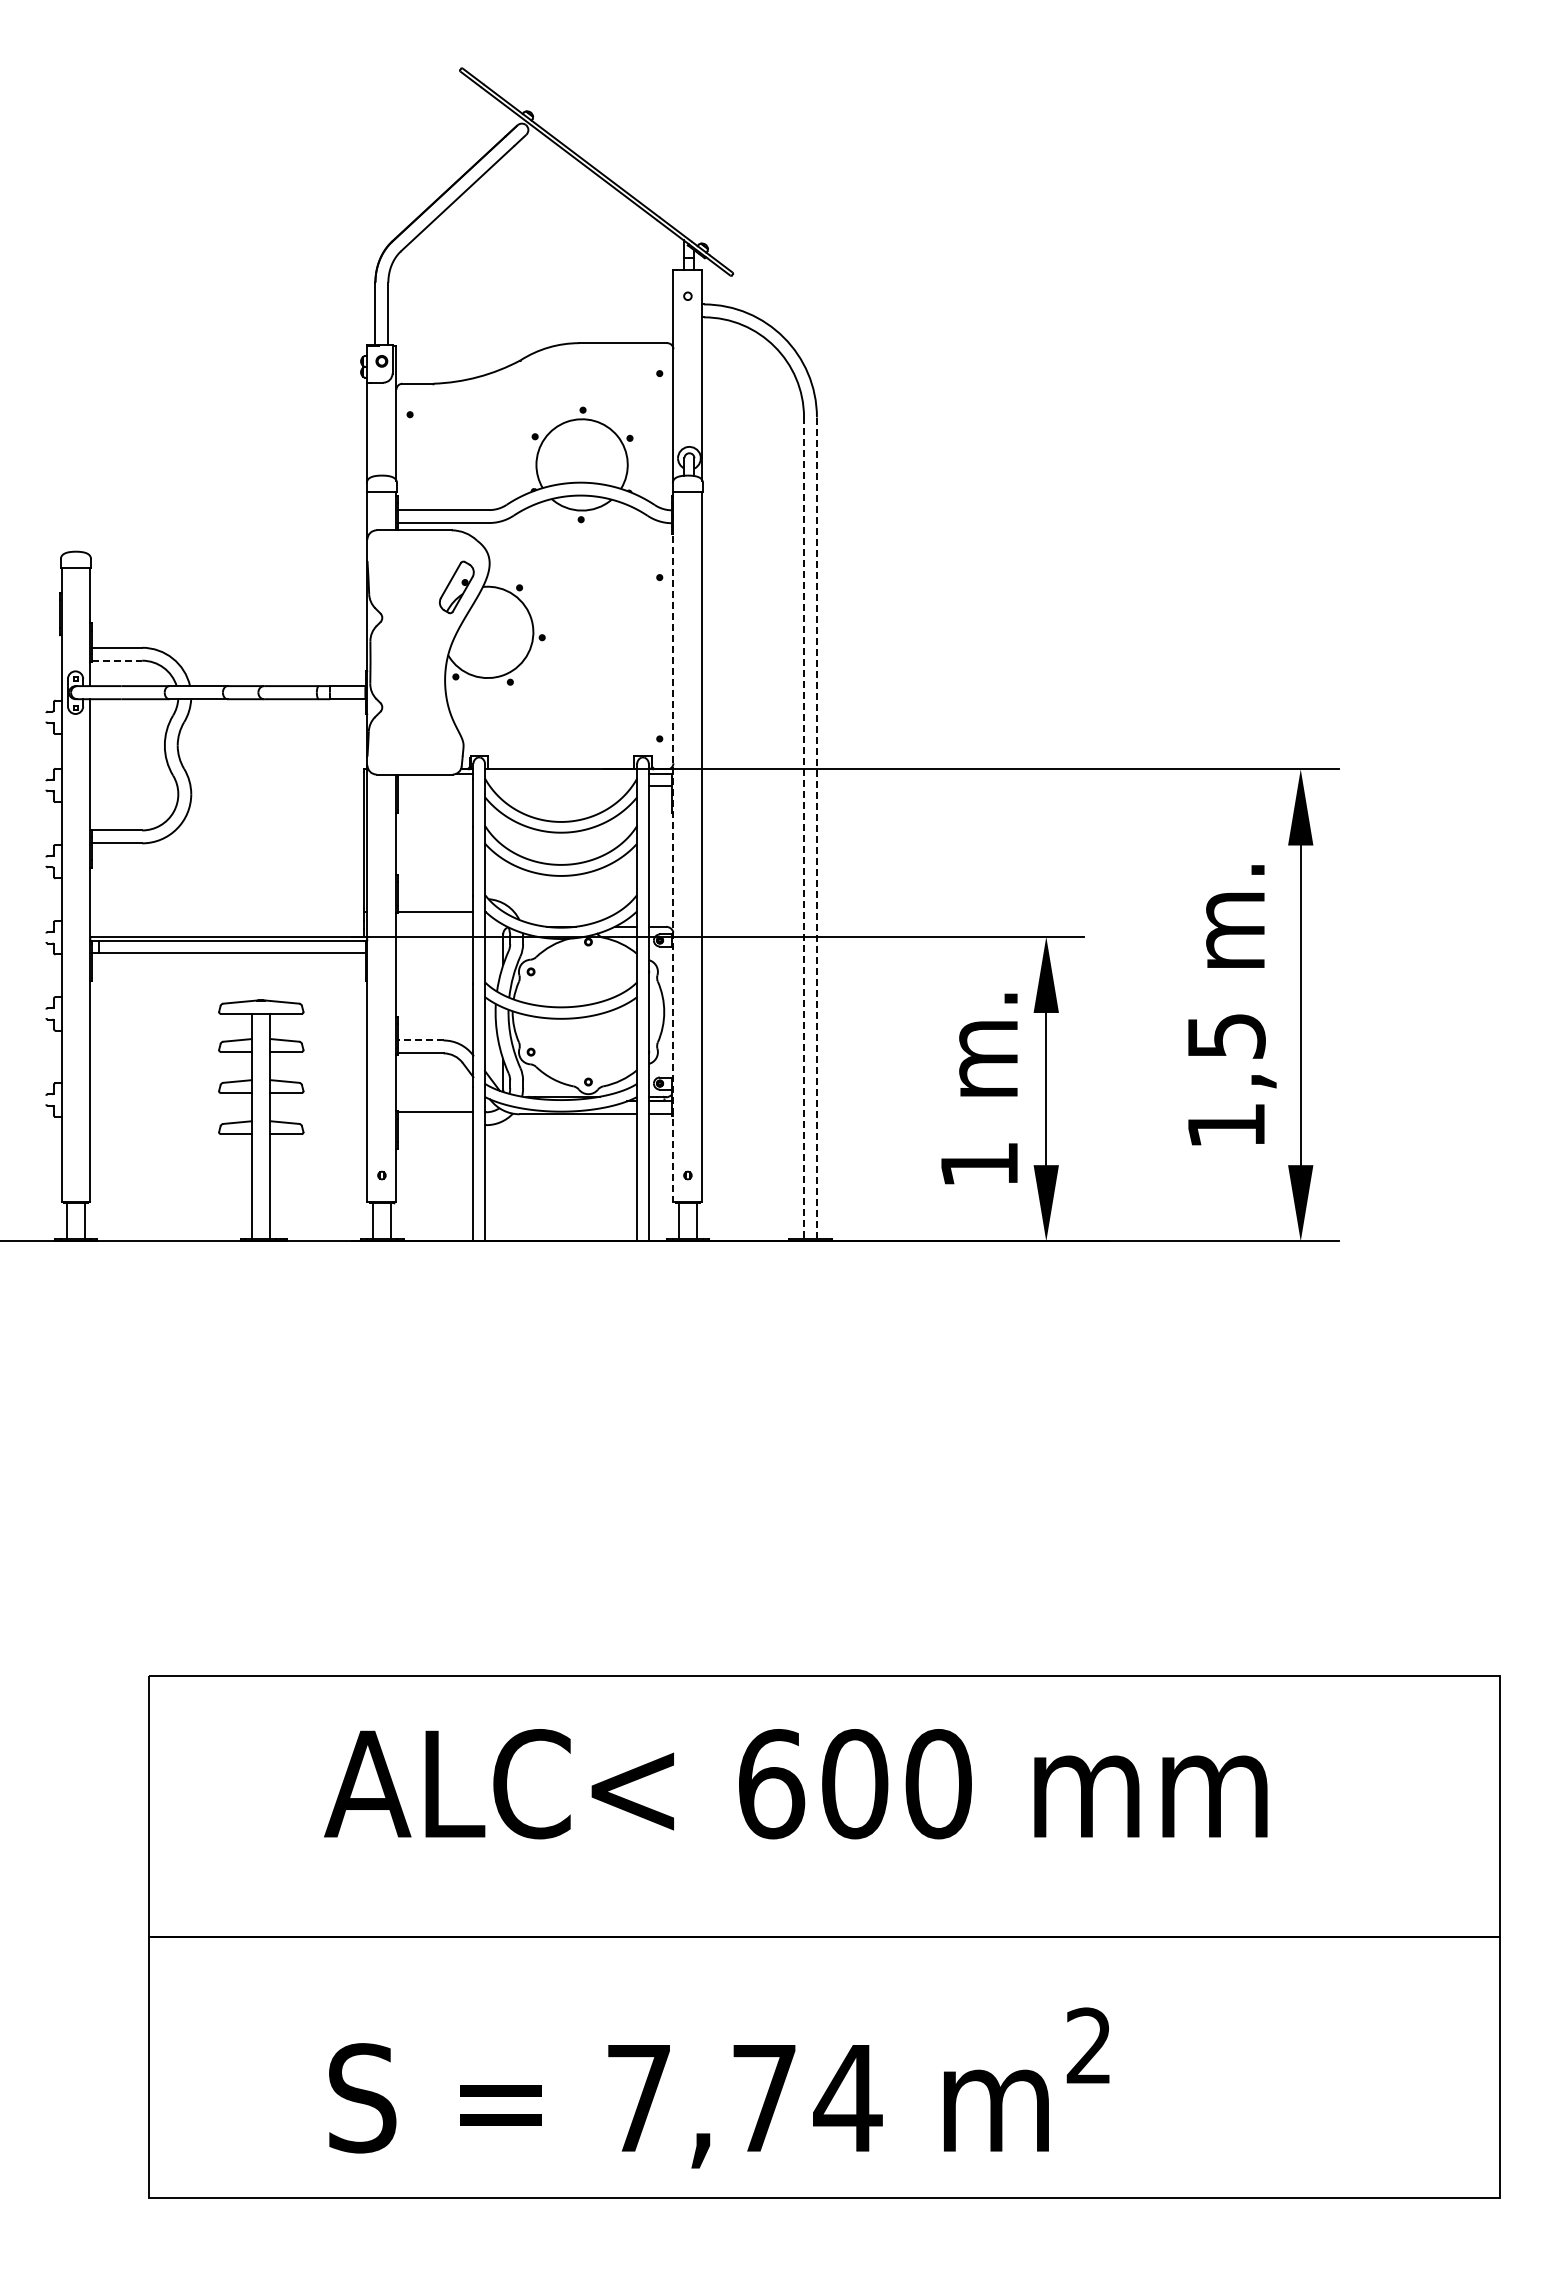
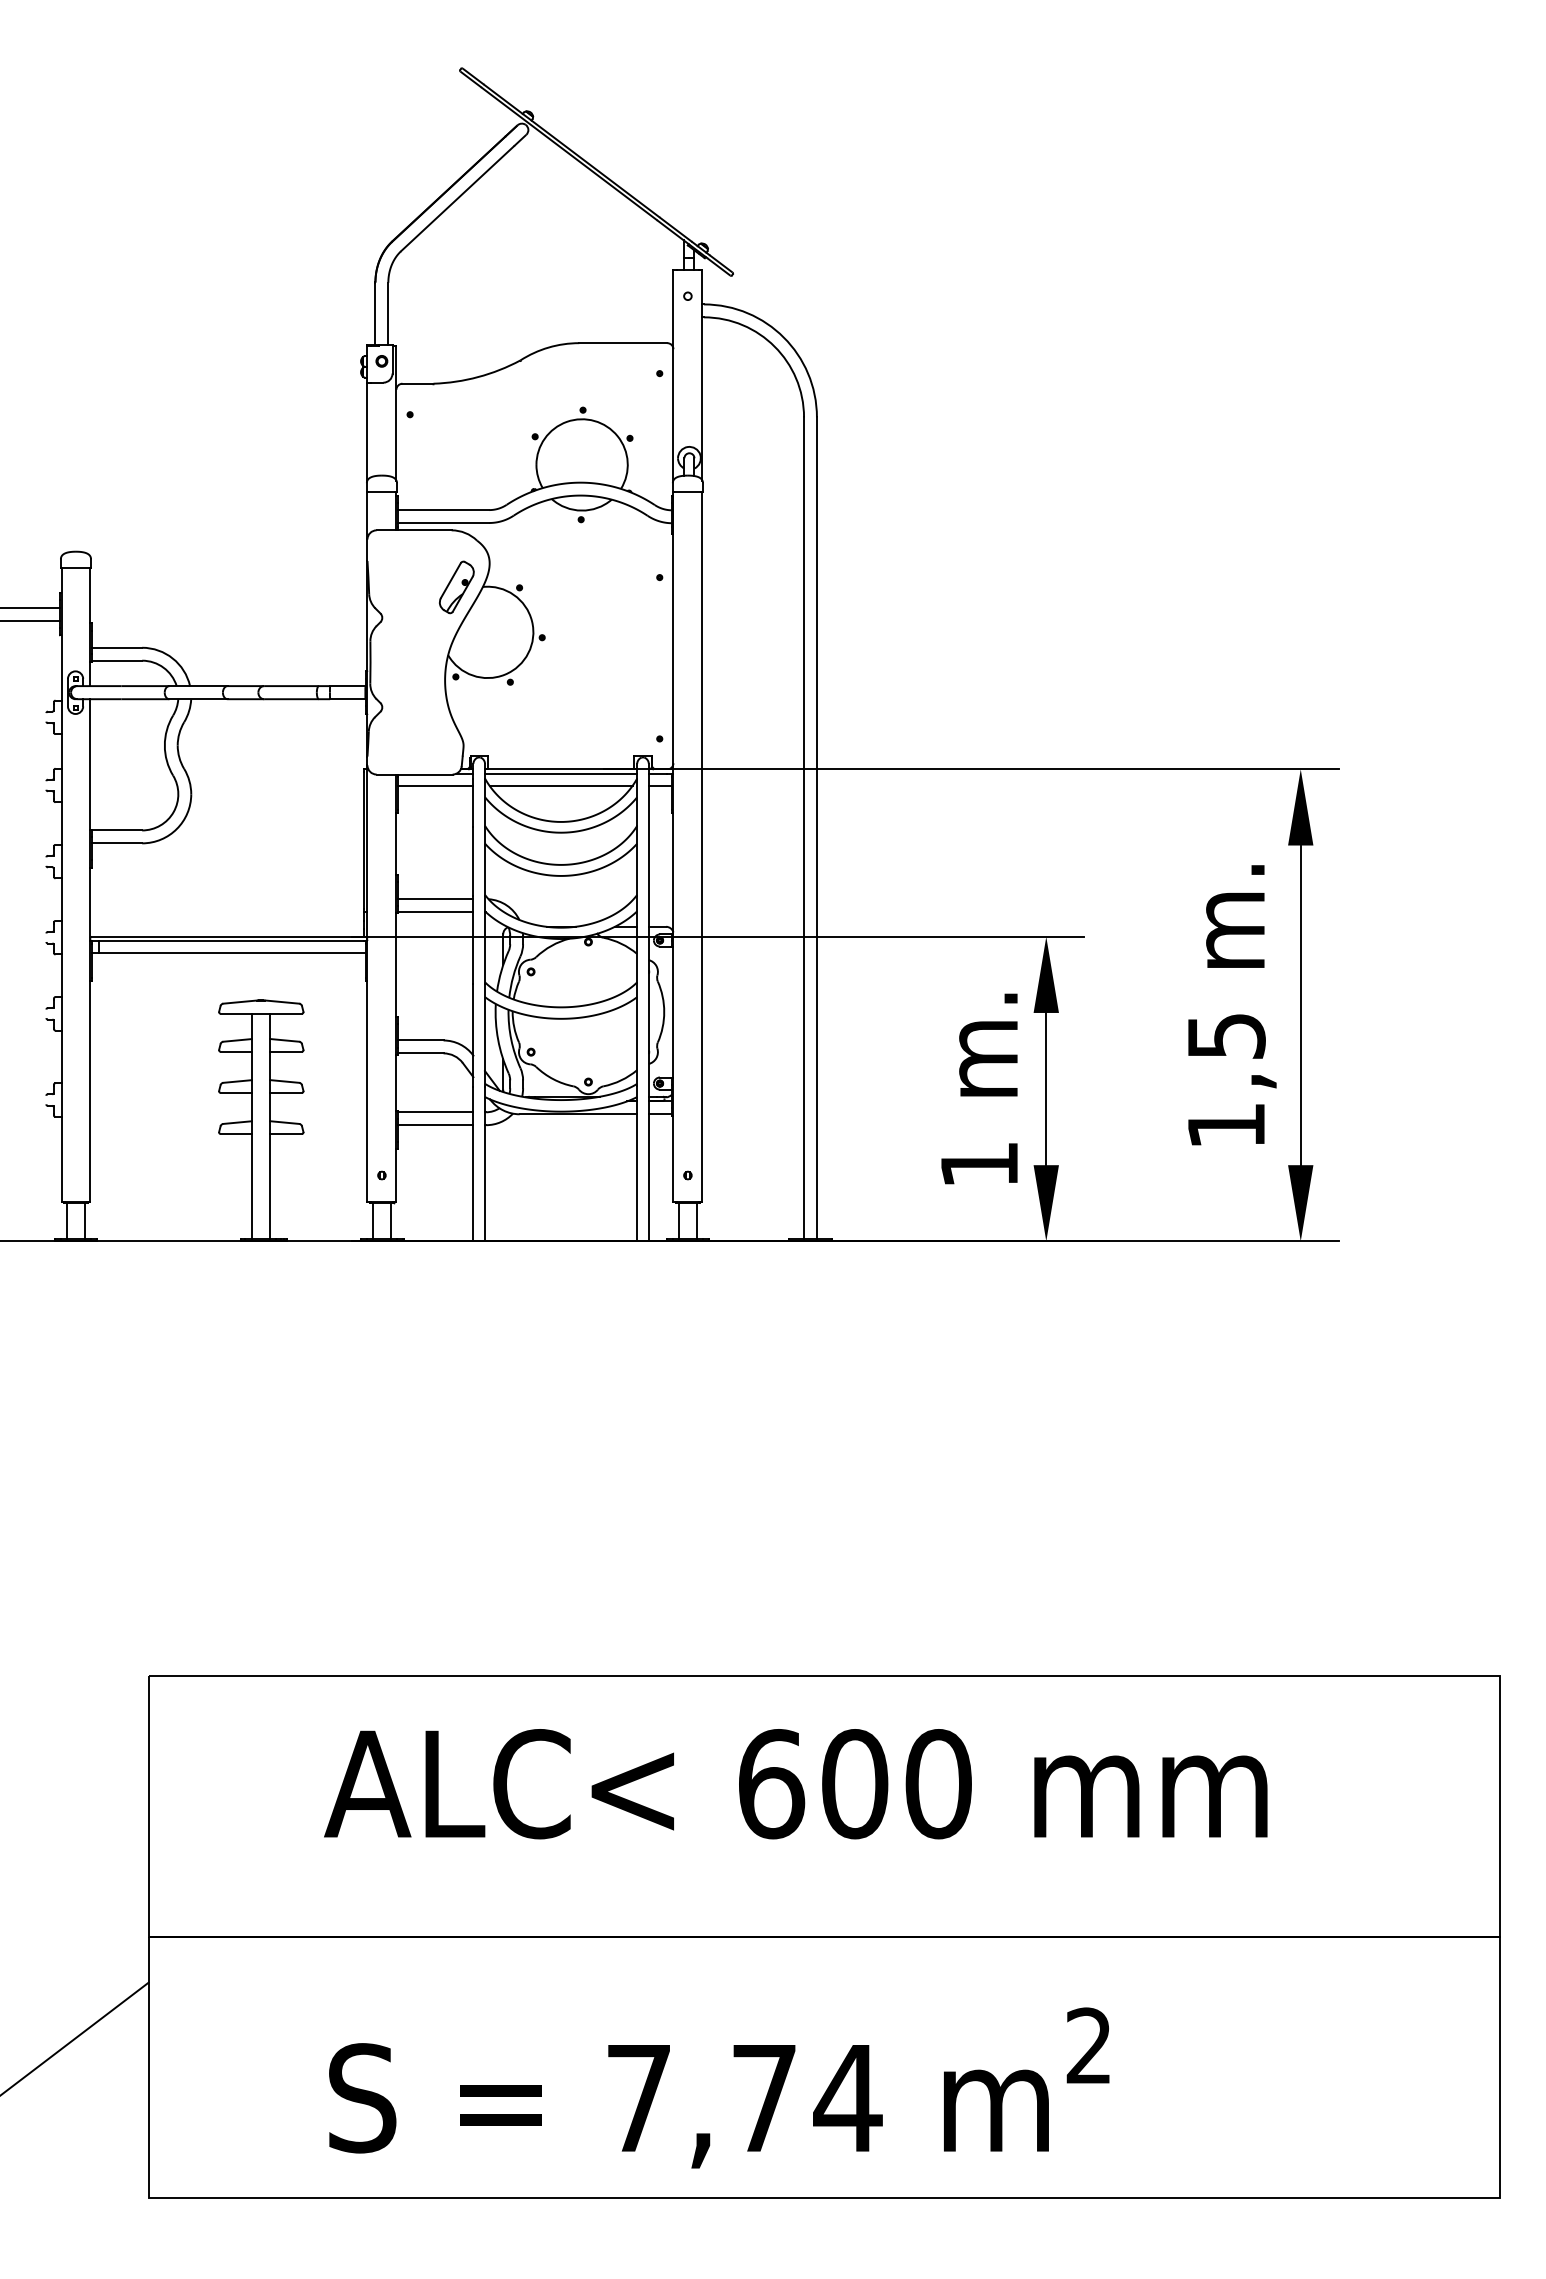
line at (30, 607): none -> present
line at (30, 620): none -> present
line at (117, 660): dashed -> solid
line at (561, 773): none -> present
line at (435, 785): none -> present
line at (560, 785): none -> present
line at (816, 827): dashed -> solid
line at (804, 828): dashed -> solid
line at (673, 847): dashed -> solid
line at (435, 899): none -> present
line at (420, 1040): dashed -> solid
line at (435, 1125): none -> present
line at (75, 2038): none -> present
